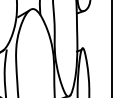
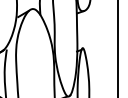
line at (112, 48) position: (112, 48) -> (118, 48)
